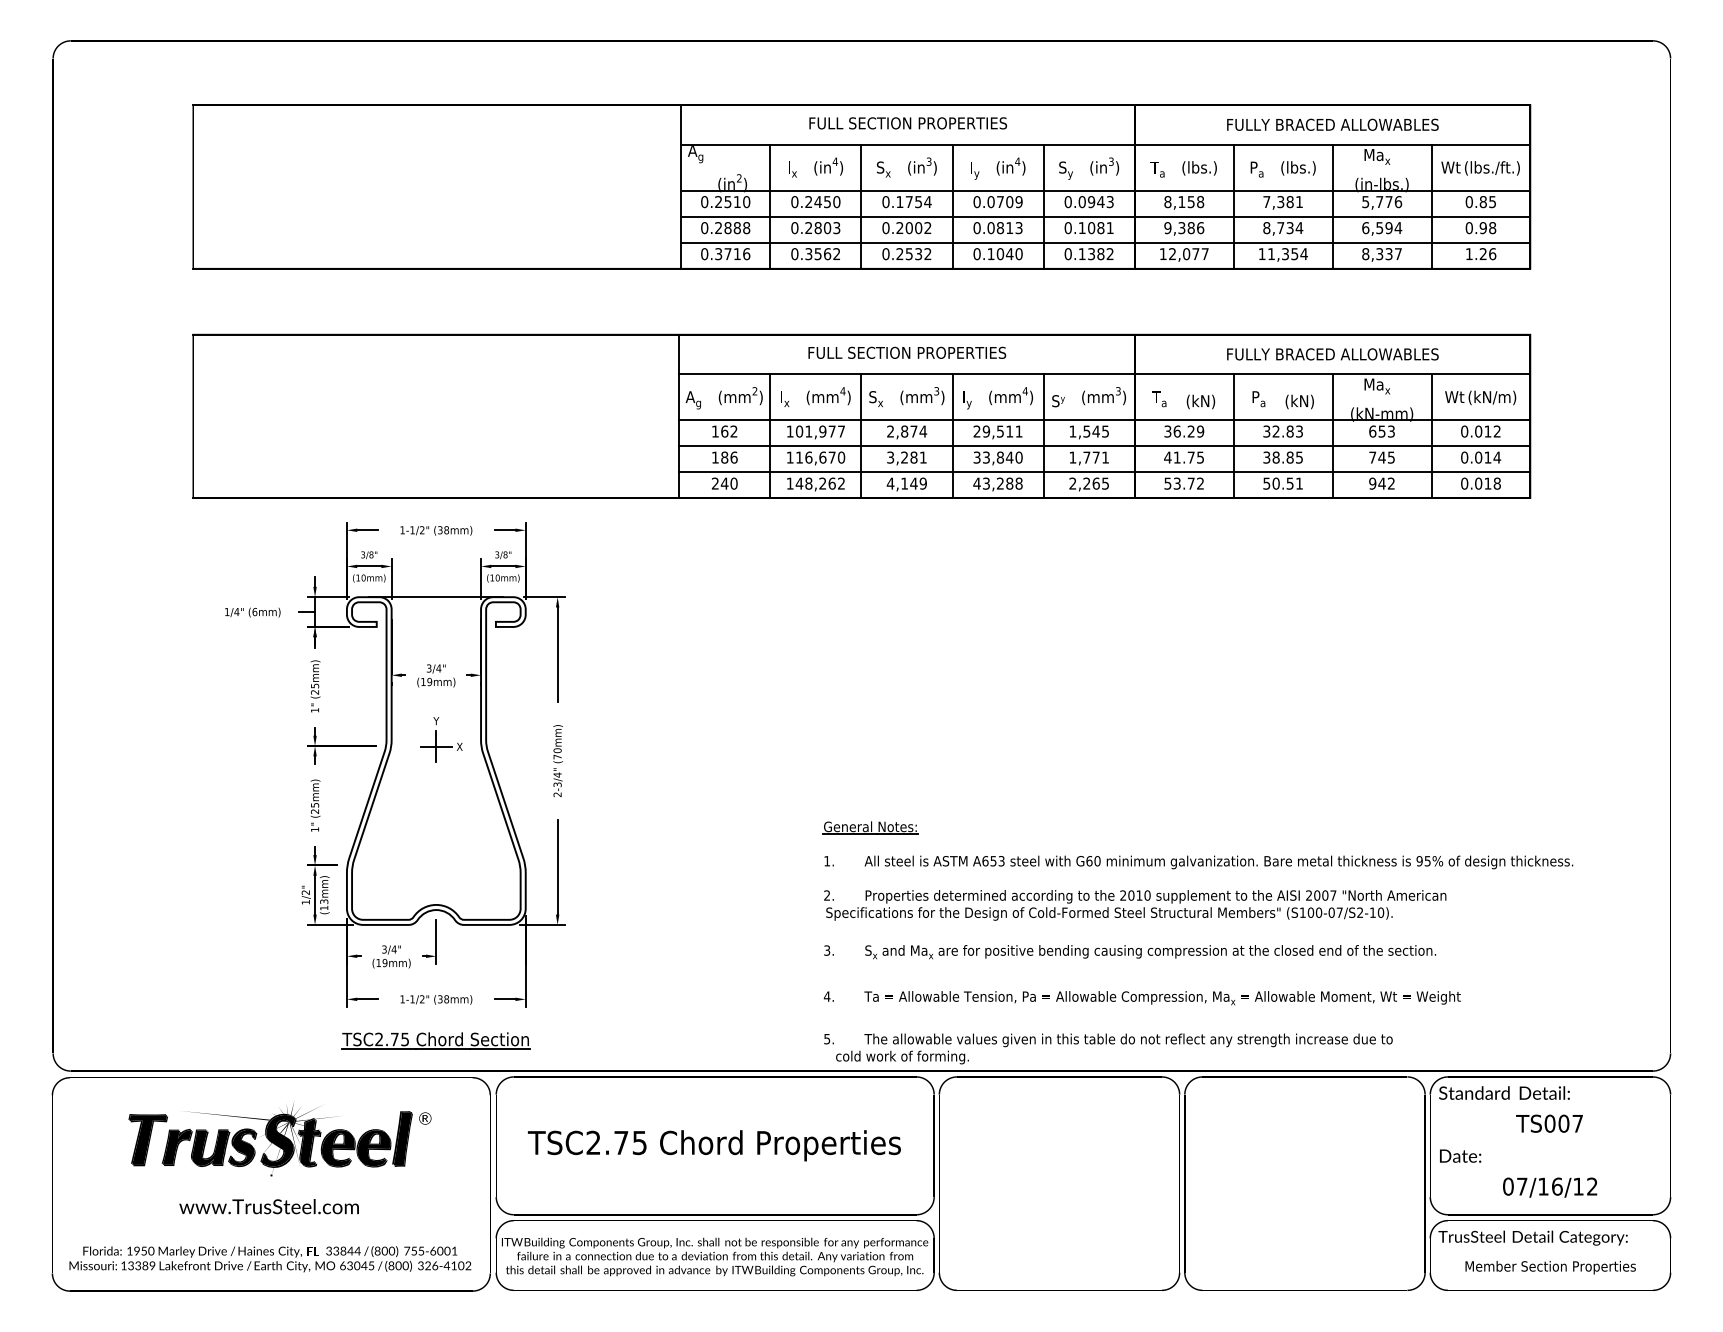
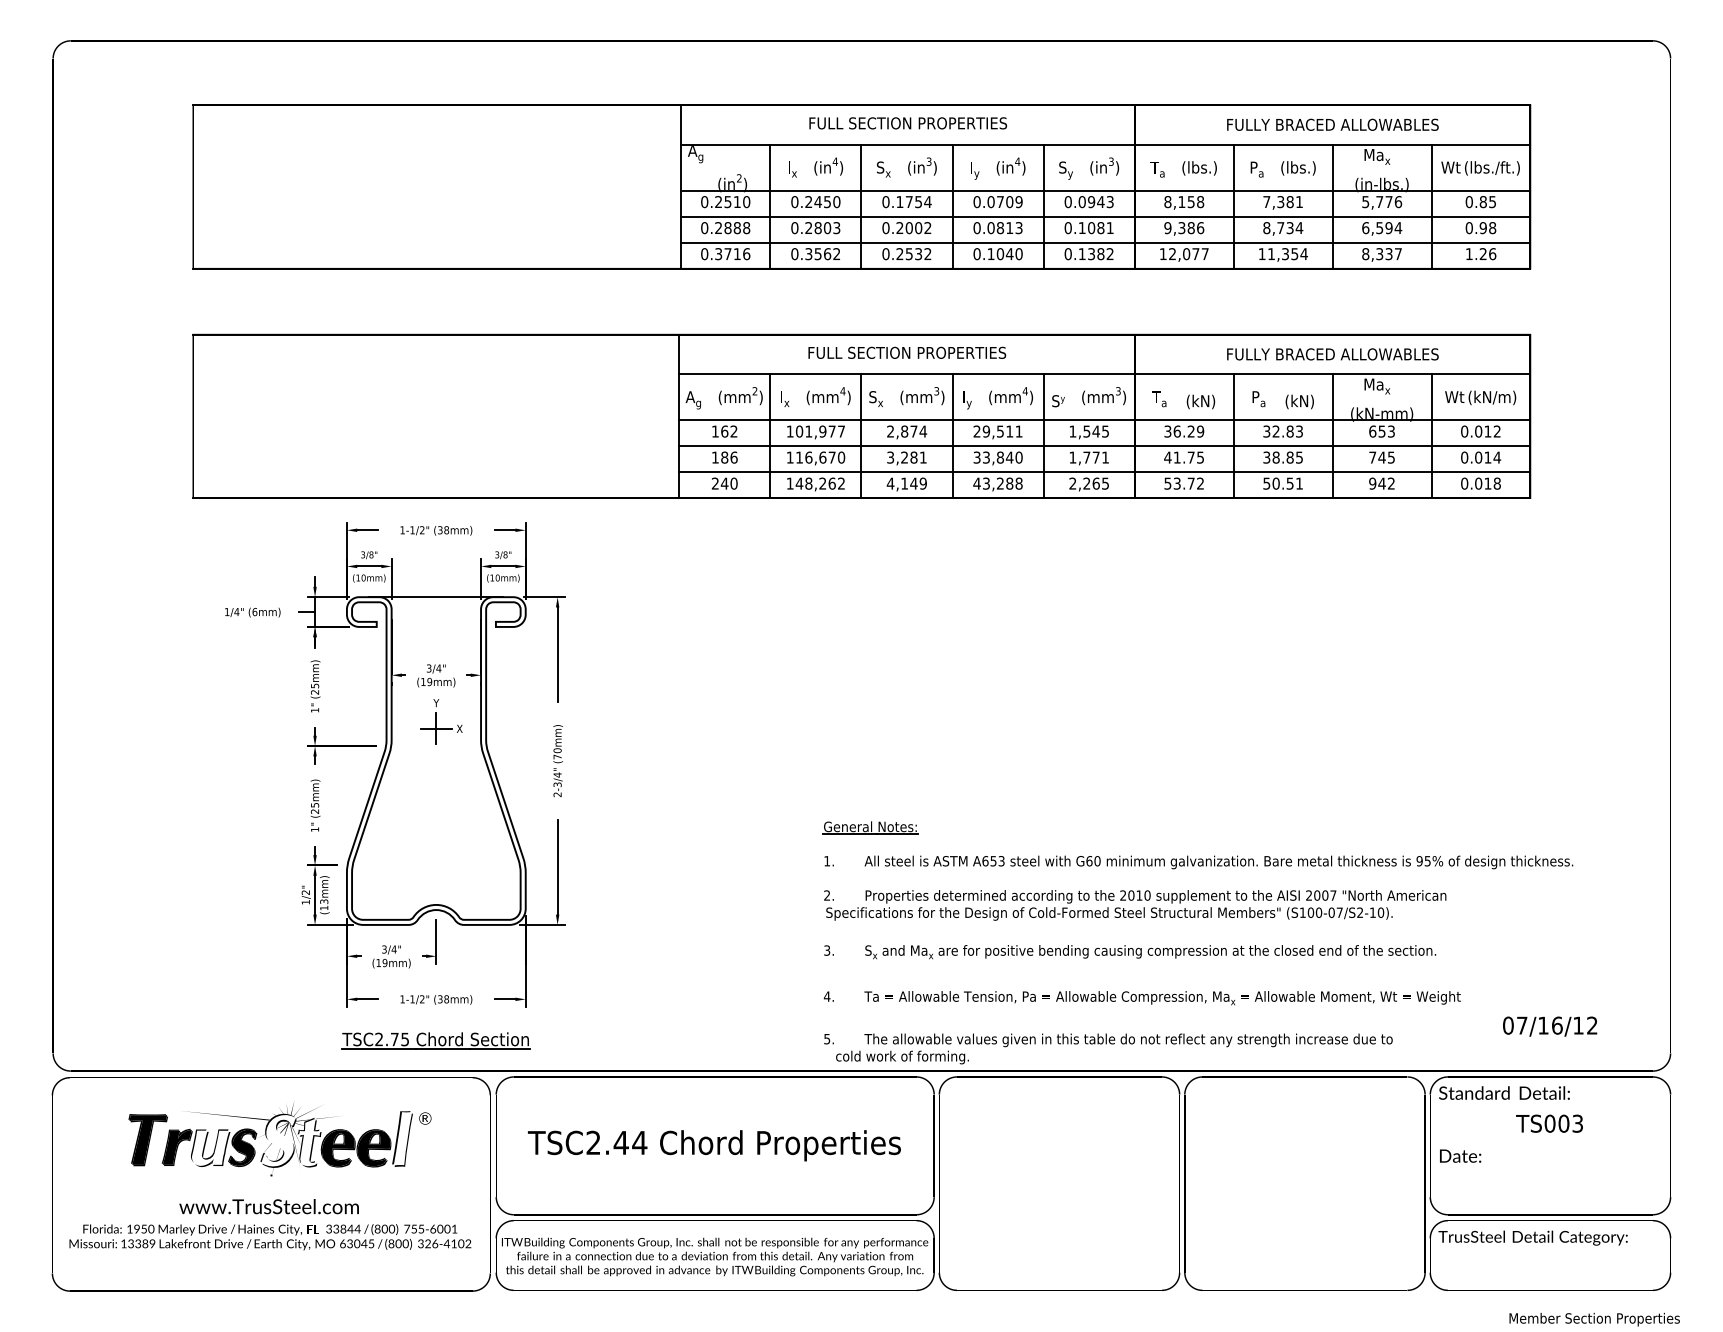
part at (441, 739) position: (441, 739) -> (441, 721)
text at (1577, 1123): TS007 -> TS003
fill at (402, 1138): present -> none
fill at (278, 1140): present -> none
fill at (309, 1142): present -> none
text at (630, 1143): TSC2.75 -> TSC2.44
fill at (210, 1147): present -> none
text at (1550, 1187) position: (1550, 1187) -> (1550, 1026)
text at (270, 1259) position: (270, 1259) -> (270, 1237)
text at (1550, 1267) position: (1550, 1267) -> (1594, 1319)
